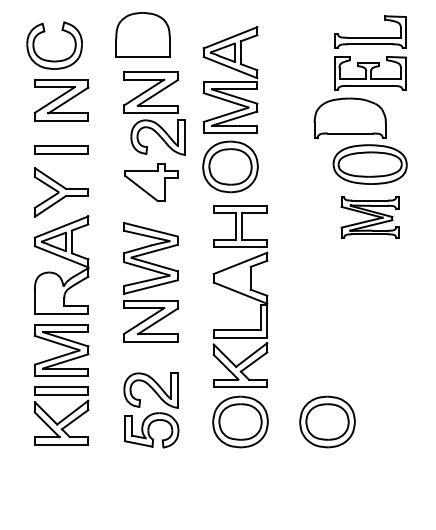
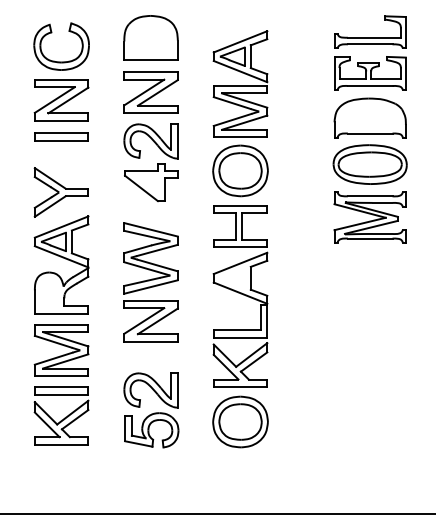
part at (142, 34) position: (142, 34) -> (150, 37)
part at (54, 60) position: (54, 60) -> (61, 61)
part at (230, 109) position: (230, 109) -> (240, 113)
part at (349, 117) position: (349, 117) -> (369, 117)
part at (157, 137) position: (157, 137) -> (150, 141)
part at (61, 149) position: (61, 149) -> (61, 136)
part at (369, 217) size: 60x43 px -> 74x53 px
part at (327, 421): present -> none
line at (217, 514): none -> present
